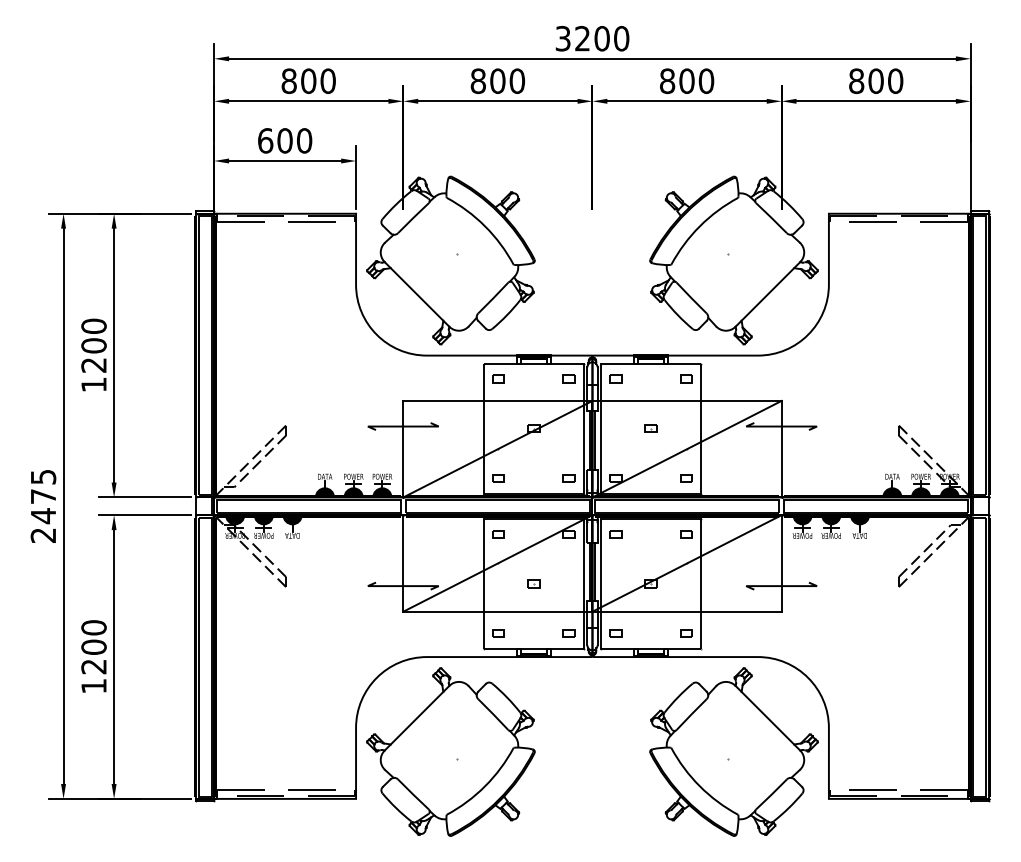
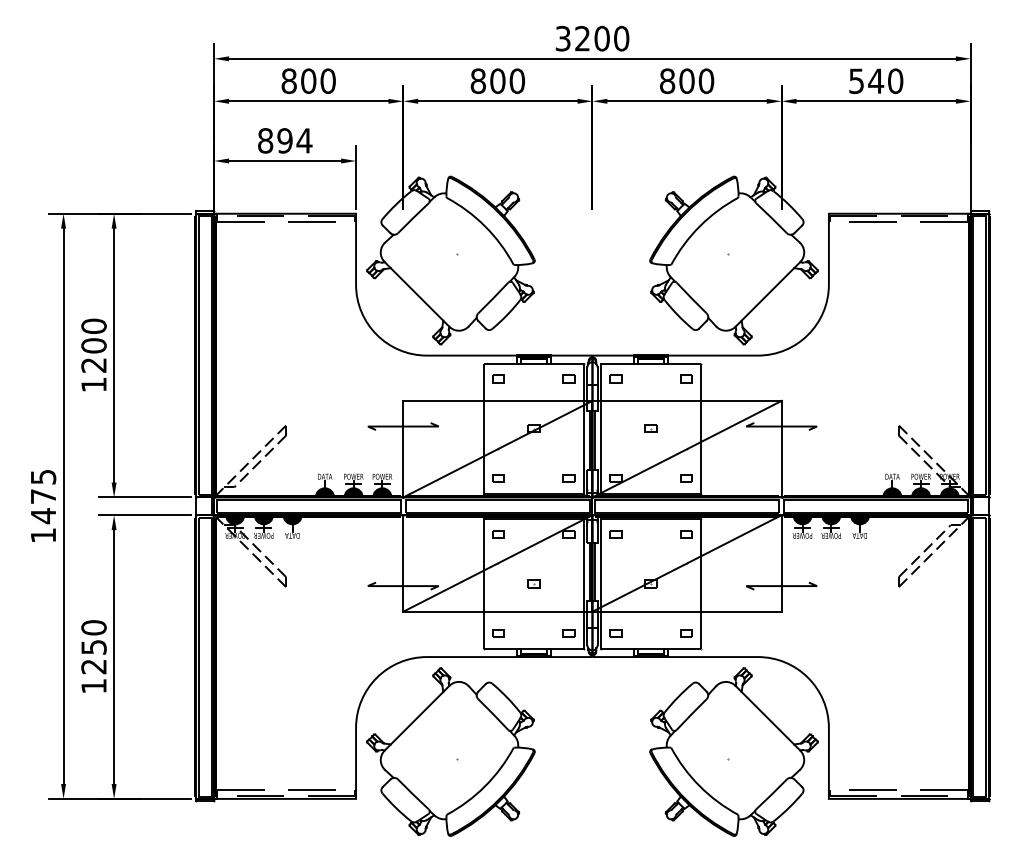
text at (866, 80): 800 -> 540
text at (285, 140): 600 -> 894
text at (42, 535): 2475 -> 1475
text at (93, 646): 1200 -> 1250
